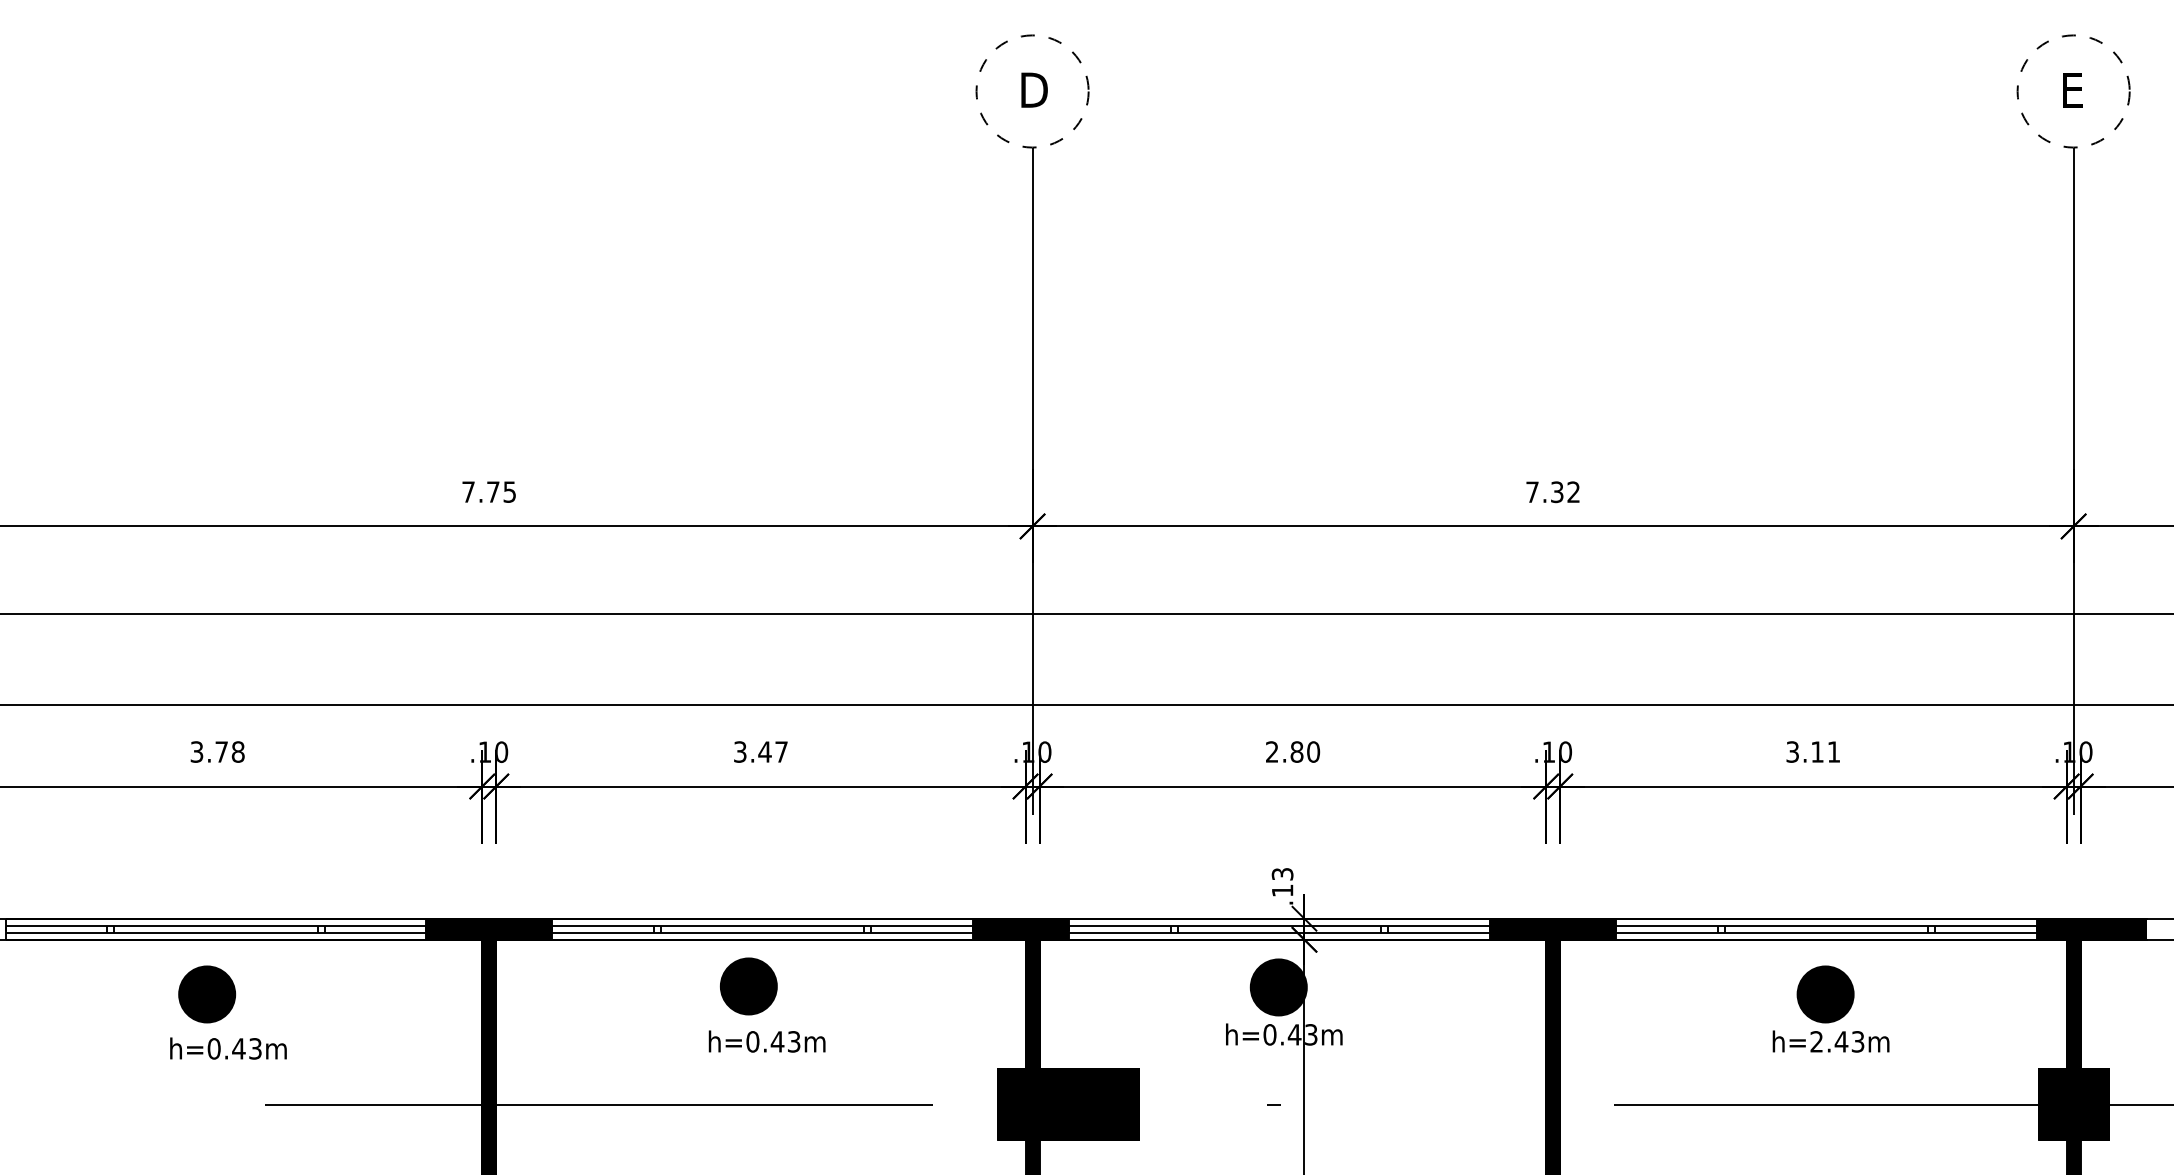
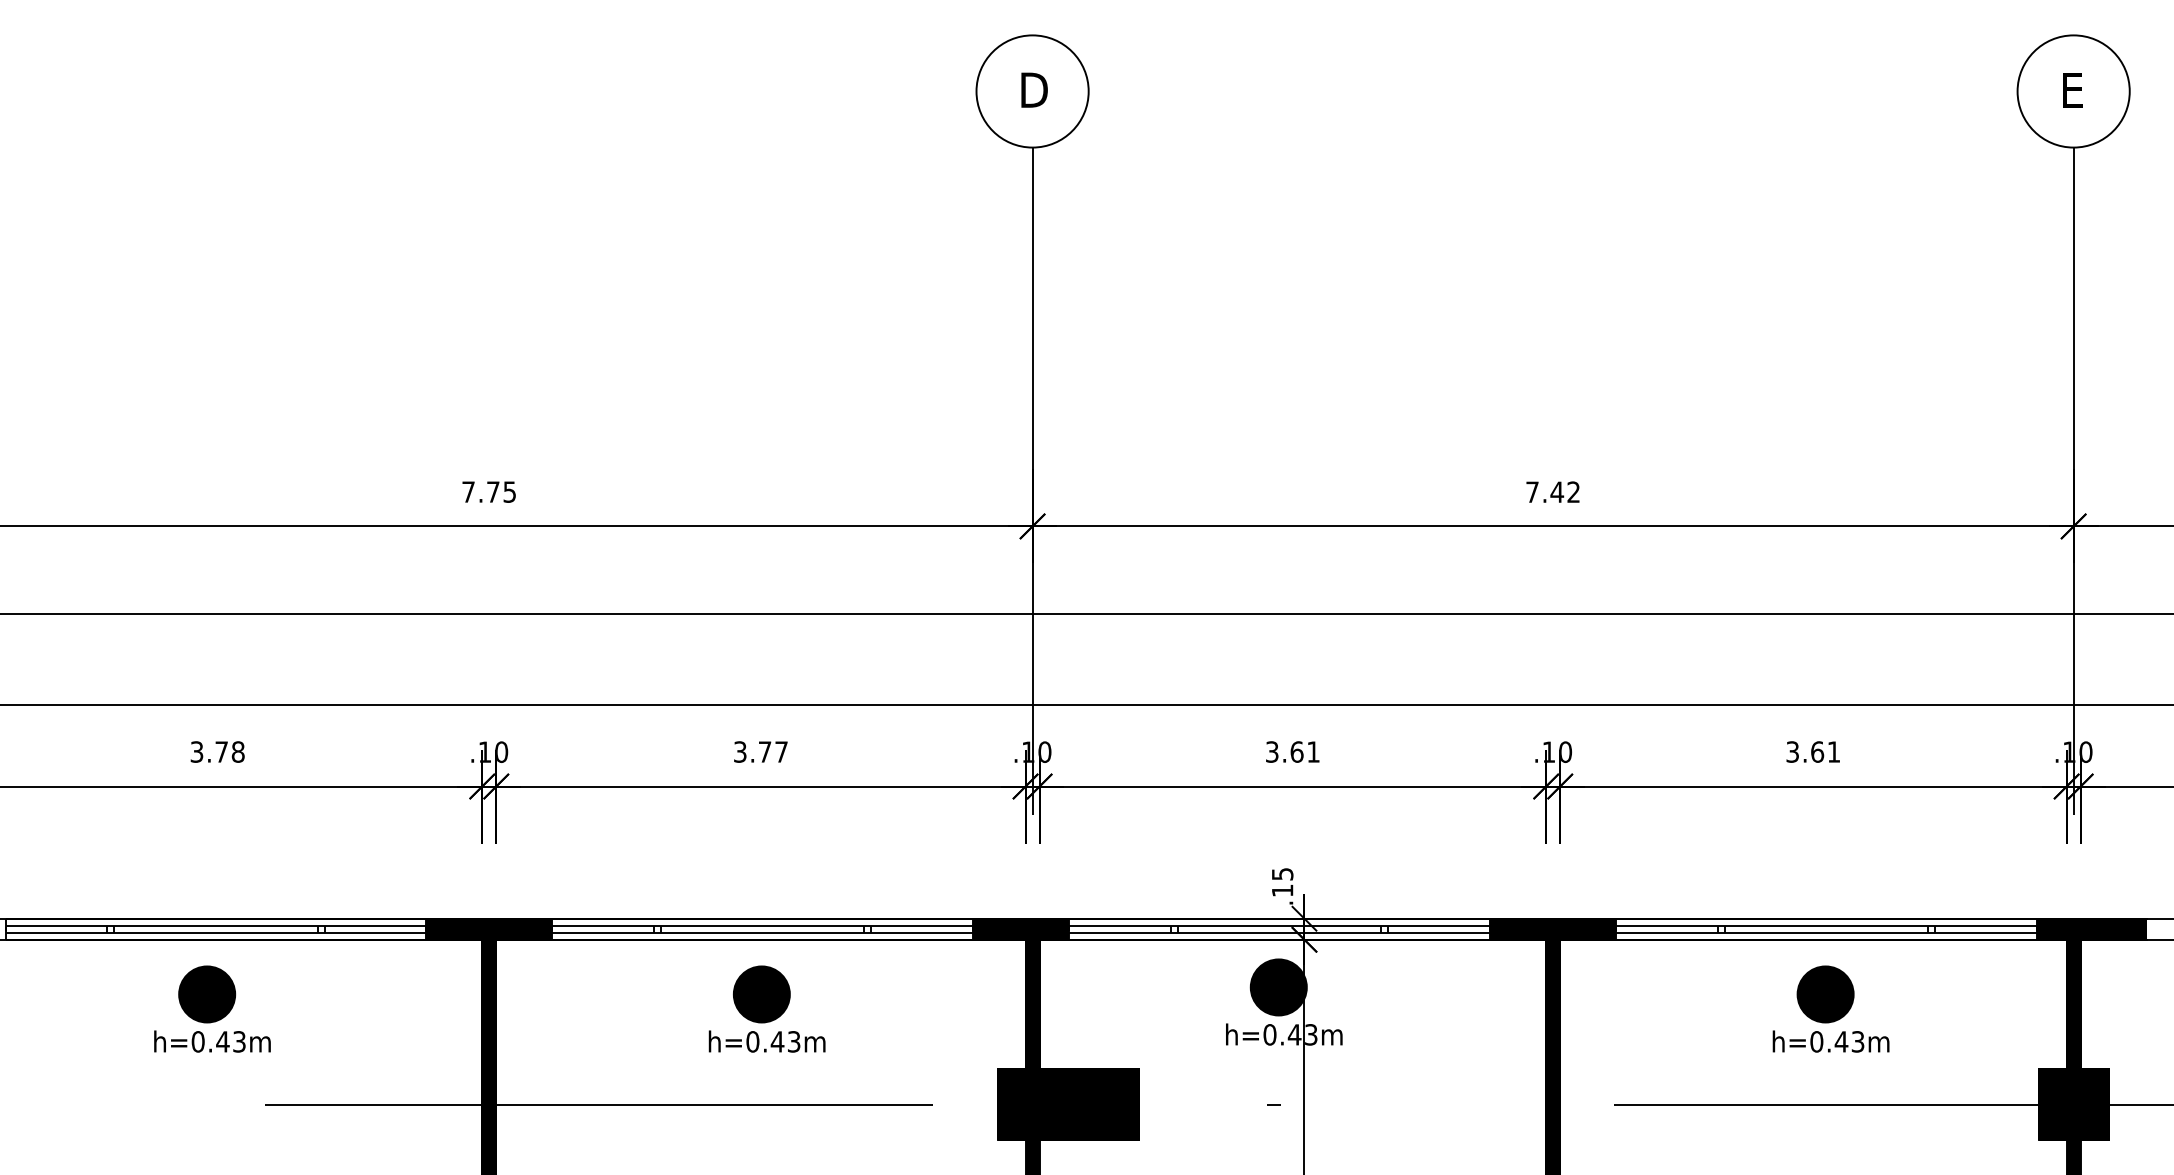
circle at (1032, 91): dashed -> solid
circle at (2073, 91): dashed -> solid
text at (1557, 492): 7.32 -> 7.42
text at (764, 751): 3.47 -> 3.77
text at (1293, 751): 2.80 -> 3.61
text at (1817, 751): 3.11 -> 3.61
text at (1281, 873): .13 -> .15
part at (748, 986) position: (748, 986) -> (761, 994)
text at (1816, 1041): h=2.43m -> h=0.43m
text at (228, 1048) position: (228, 1048) -> (212, 1041)
